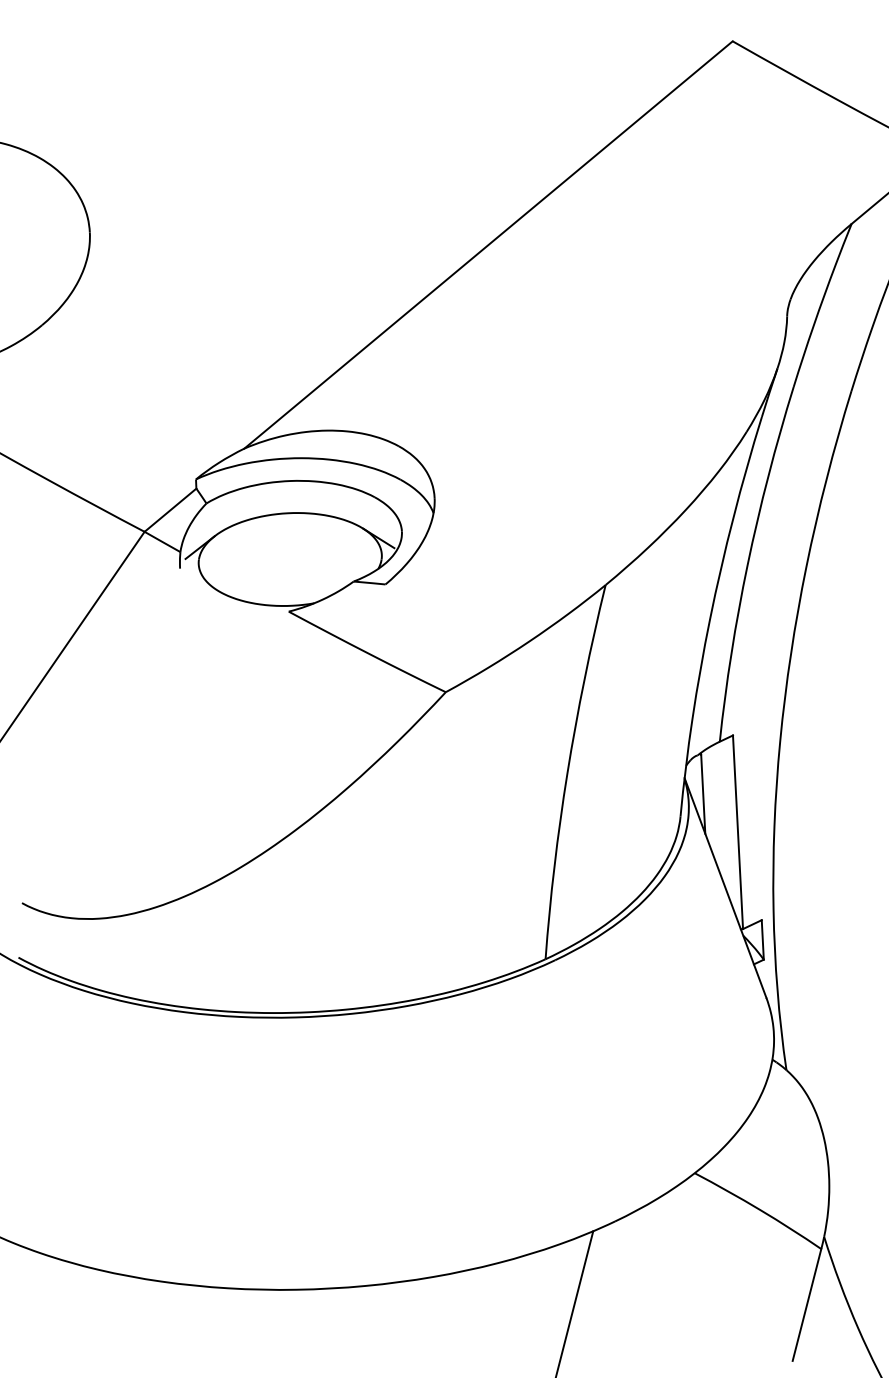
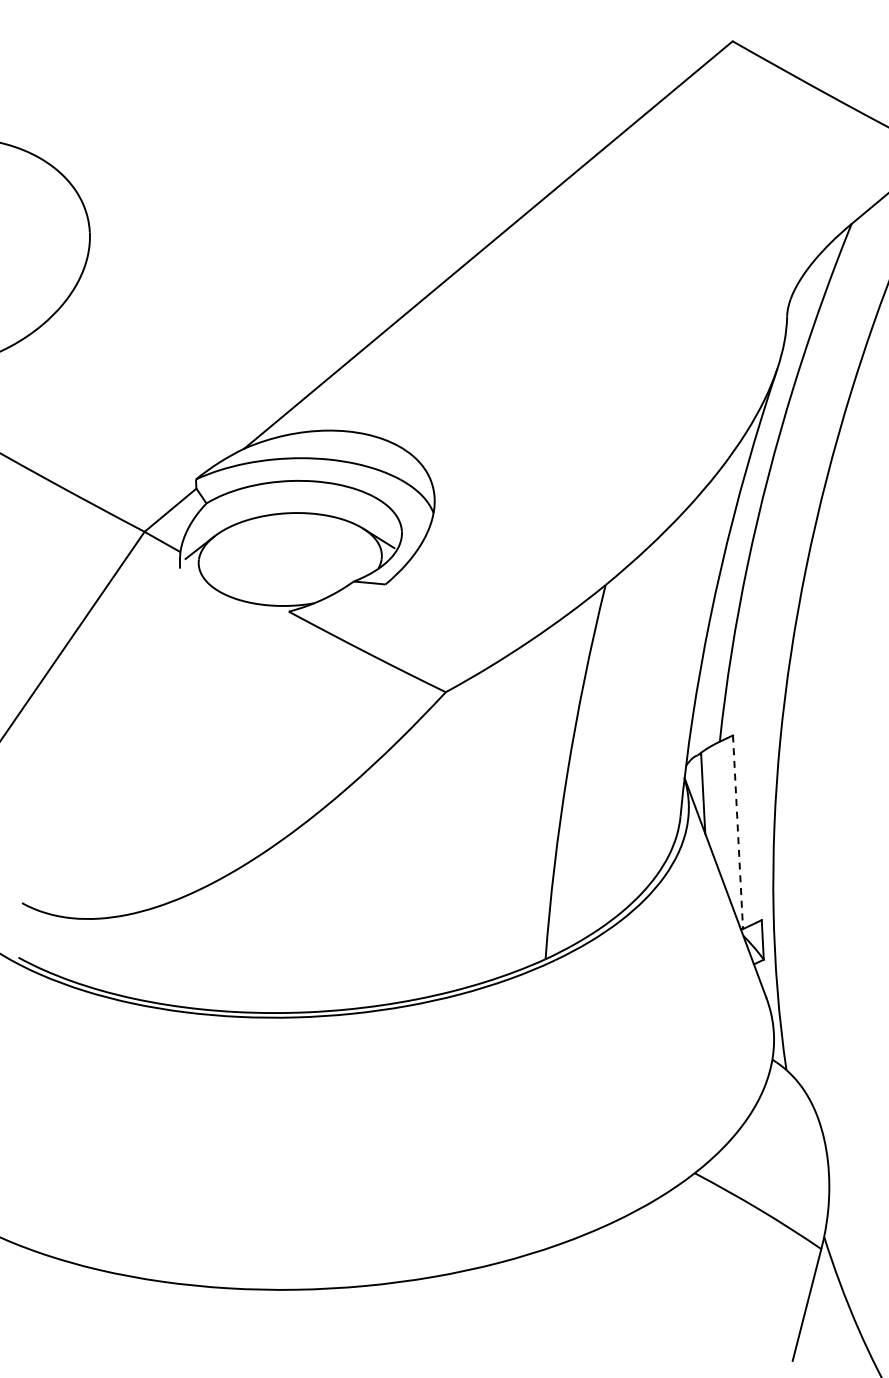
line at (738, 832): solid -> dashed
line at (574, 1302): present -> none
